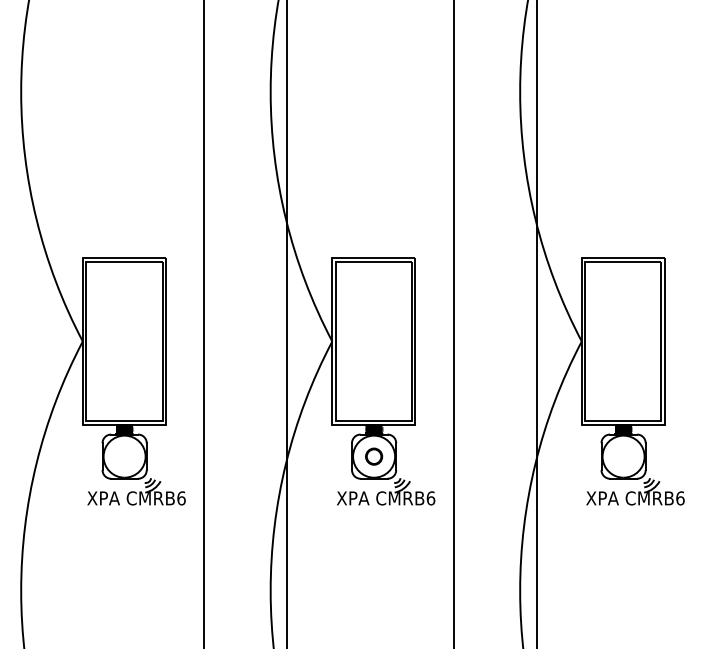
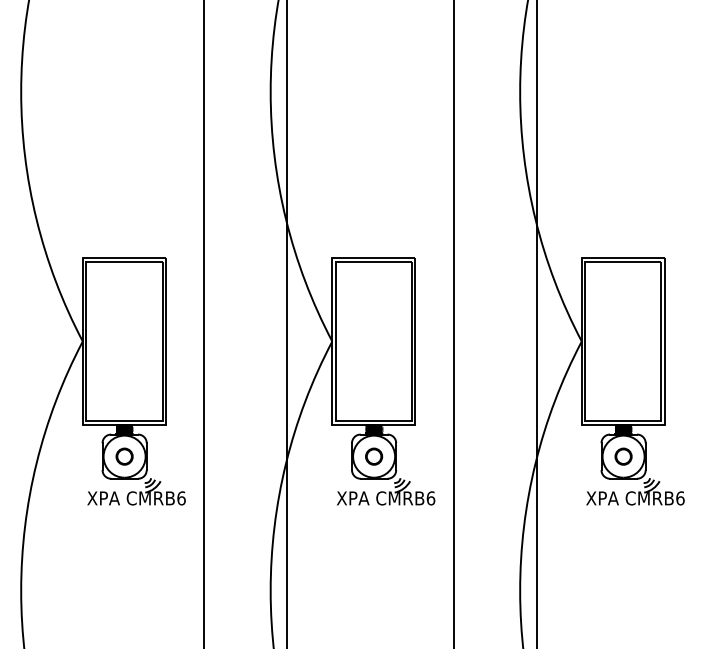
circle at (124, 456): none -> present
circle at (623, 456): none -> present
